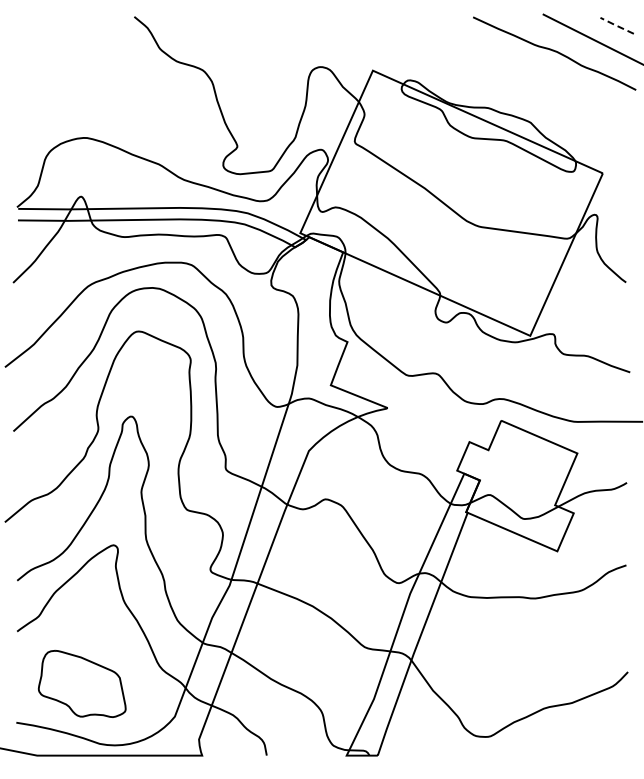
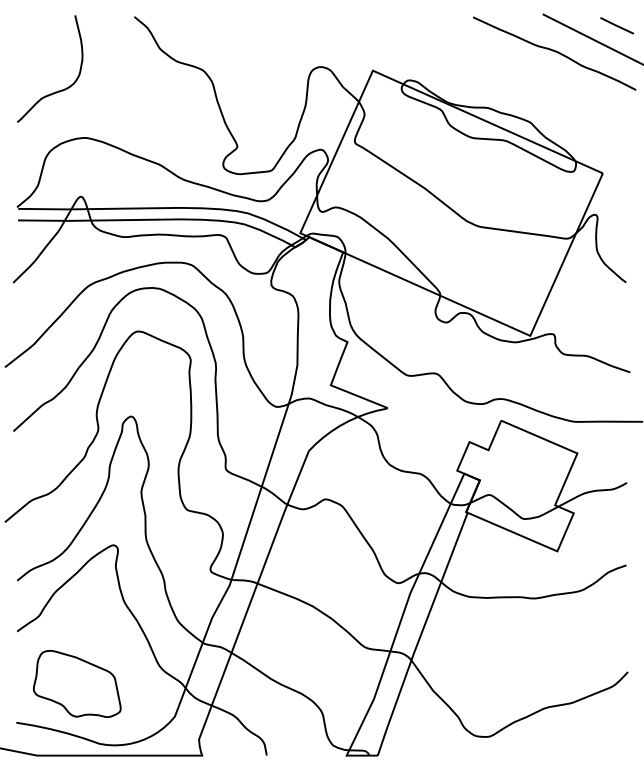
line at (616, 25): dashed -> solid
curve at (58, 90): none -> present
part at (81, 683) position: (81, 683) -> (76, 683)
